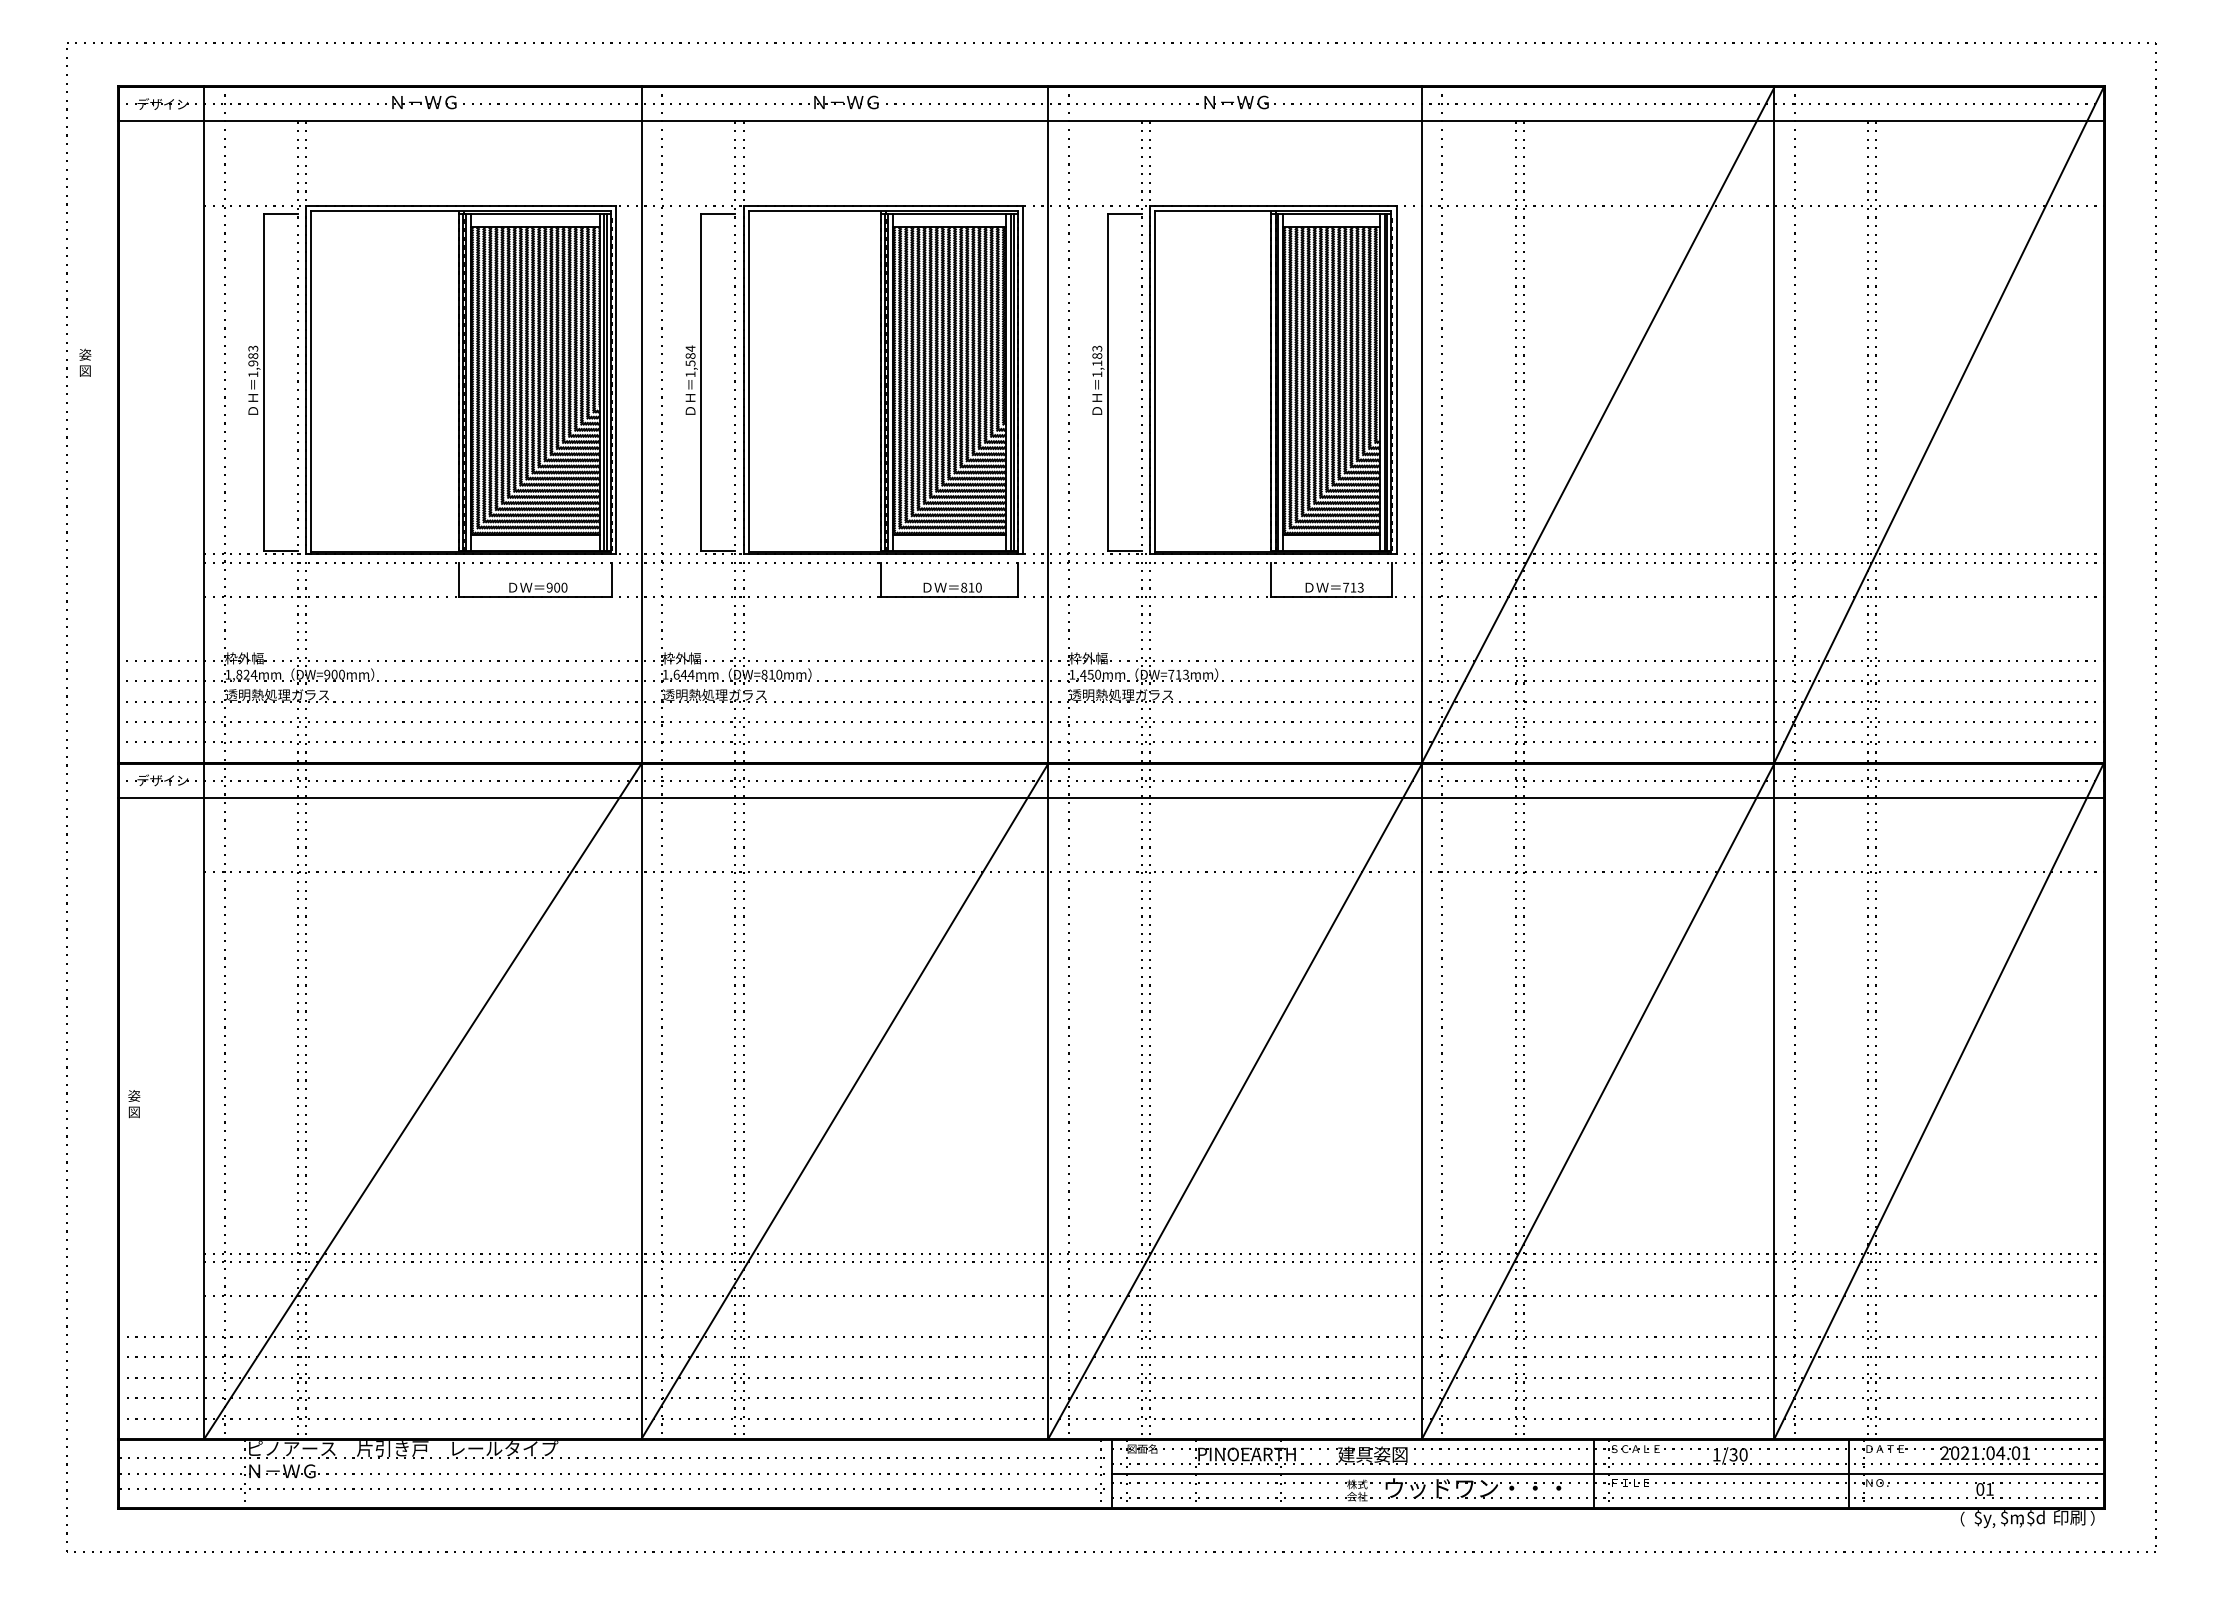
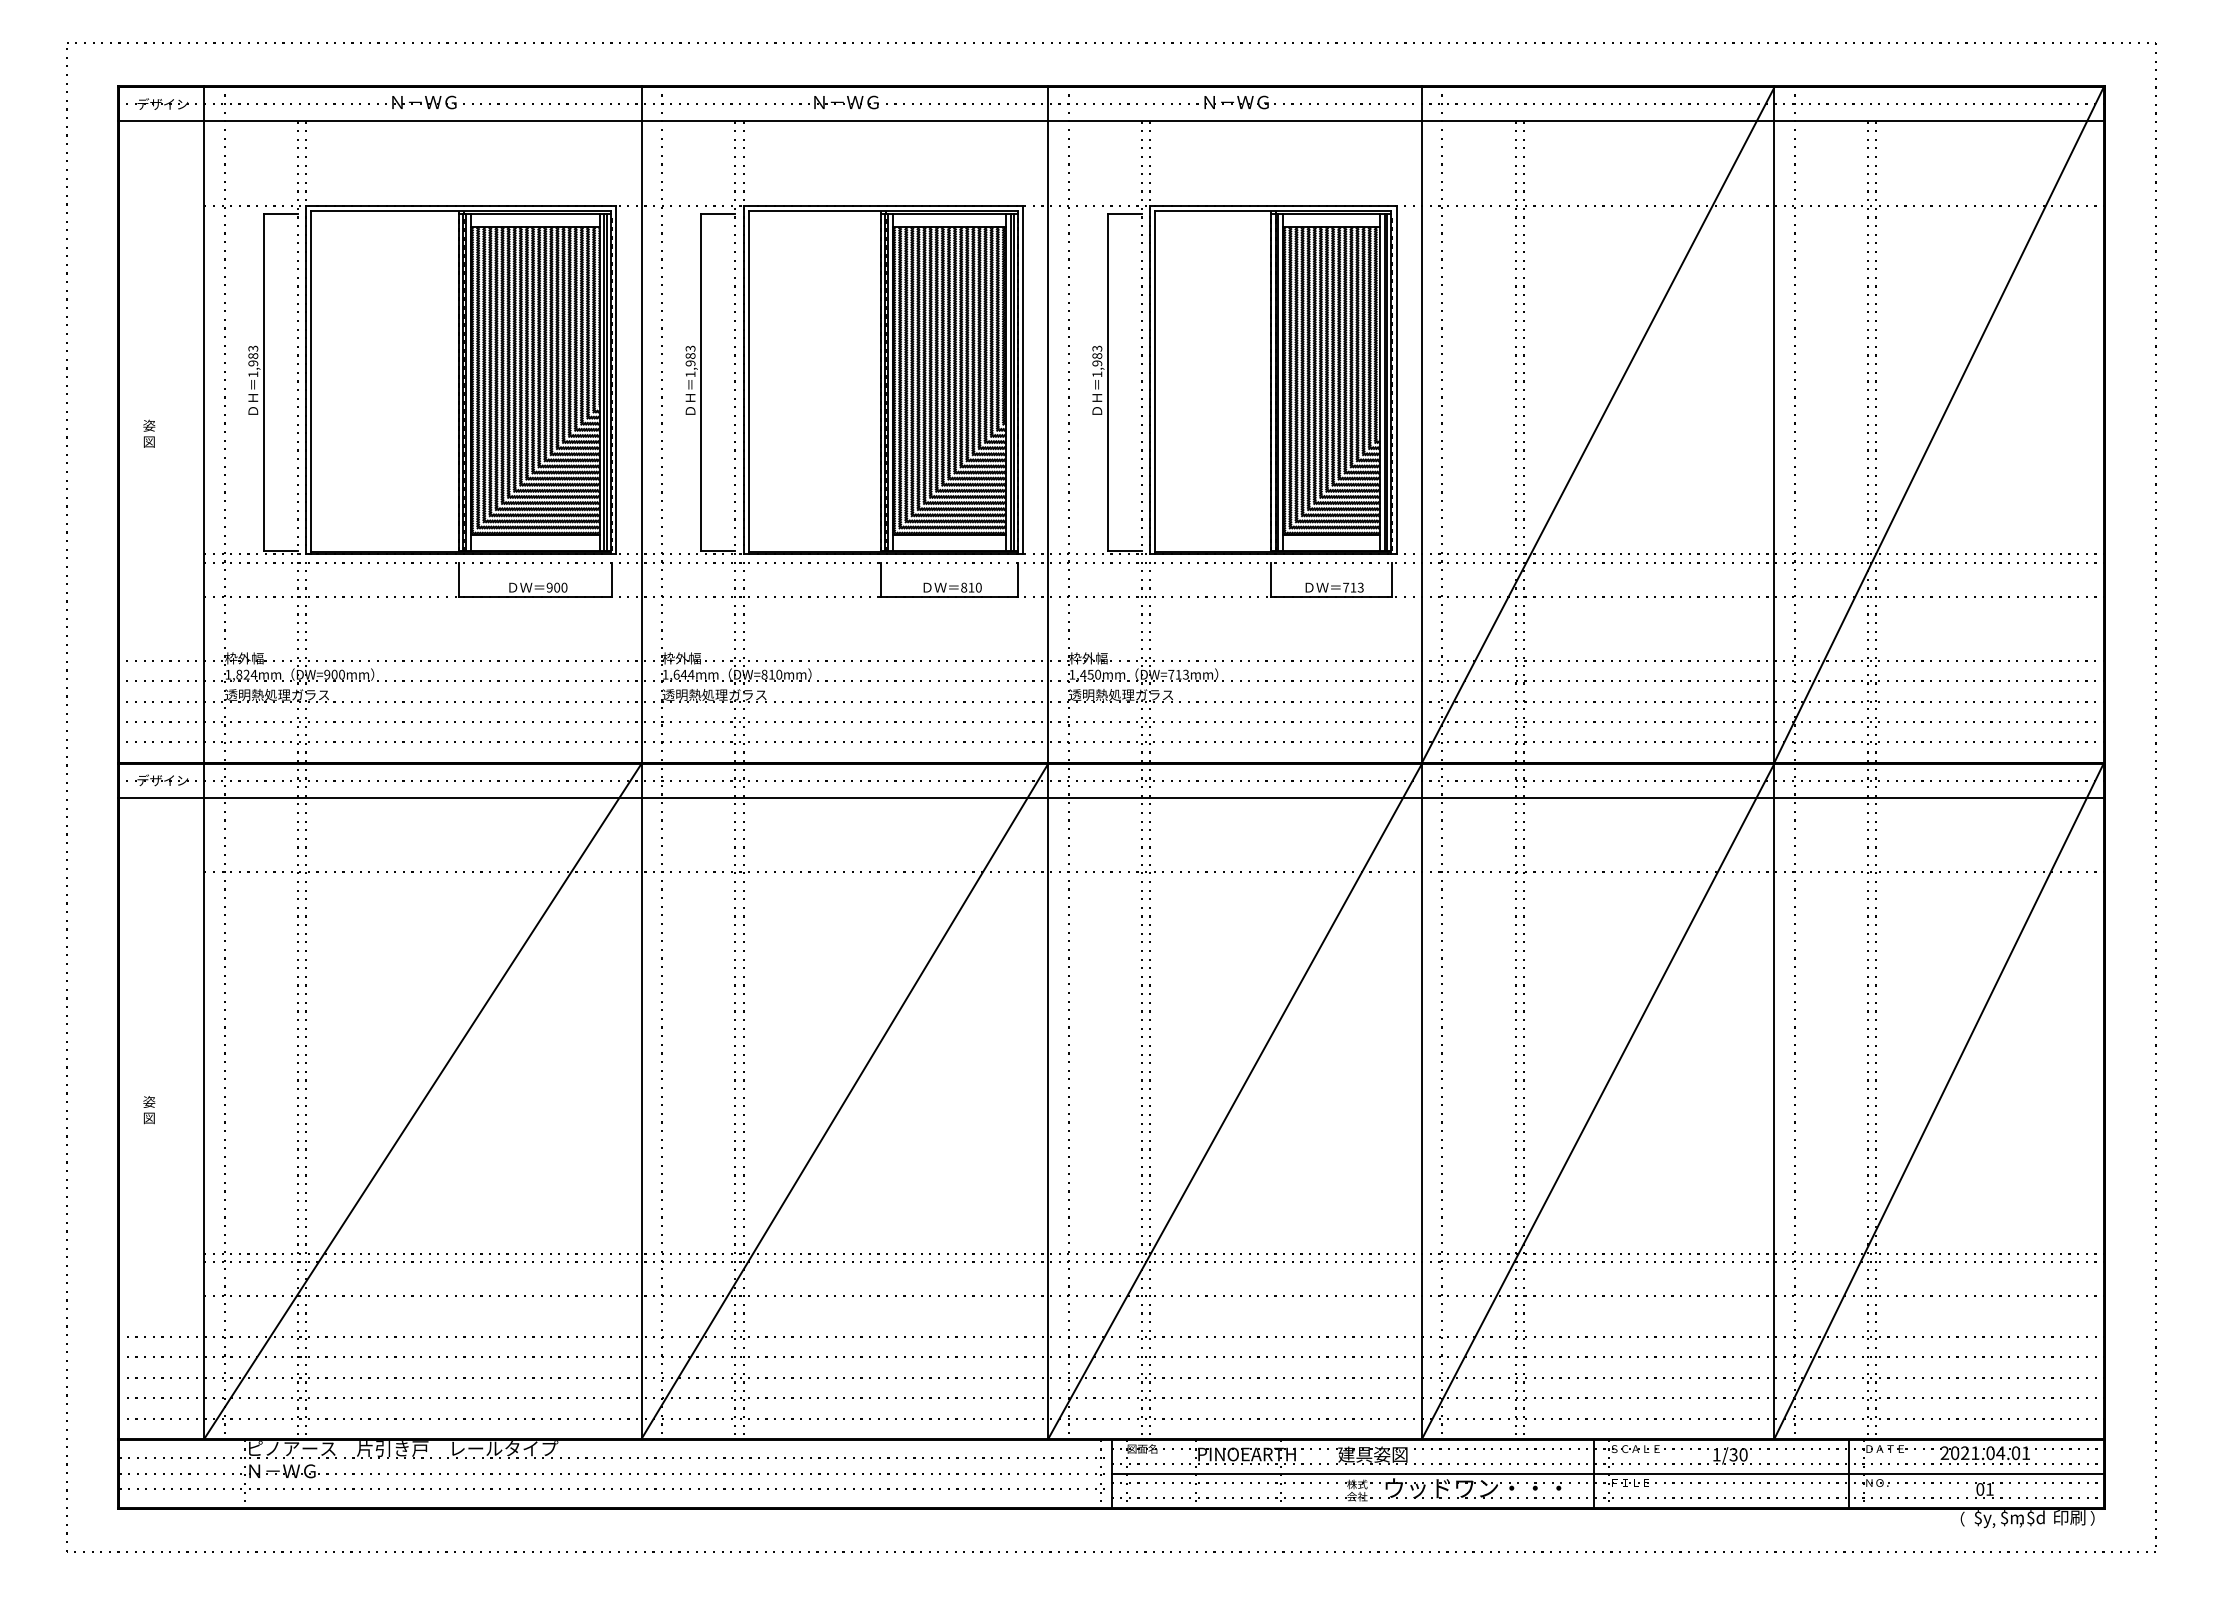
text at (690, 355): 1,584 -> 1,983
text at (85, 362) position: (85, 362) -> (149, 433)
text at (1097, 363): 1,183 -> 1,983
text at (134, 1104) position: (134, 1104) -> (149, 1110)
